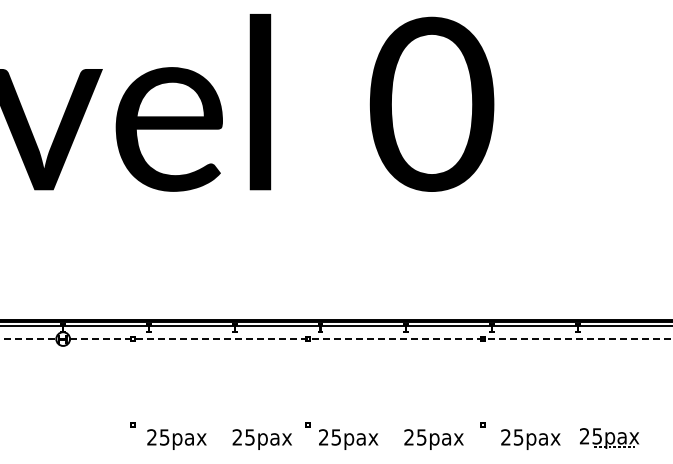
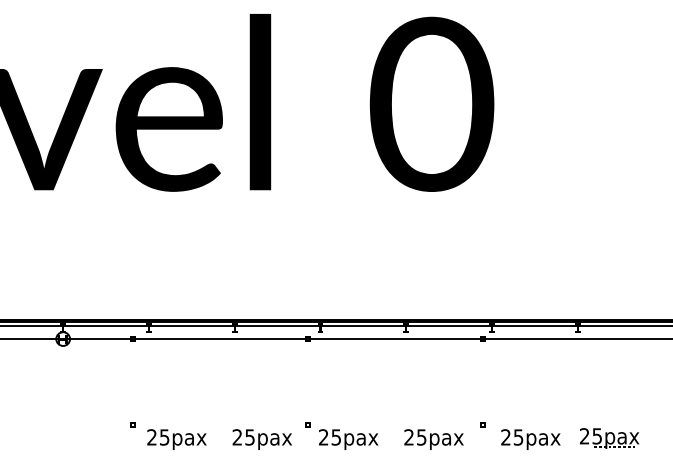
line at (336, 339): dashed -> solid
